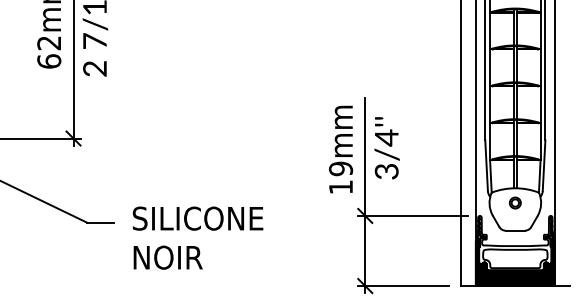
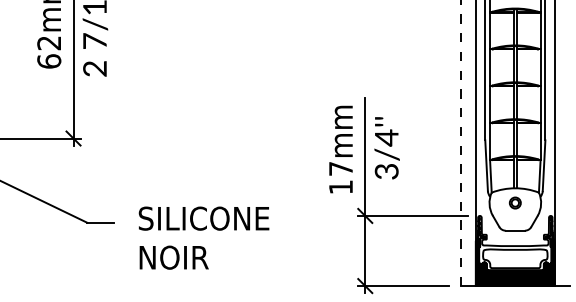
line at (461, 143): solid -> dashed
text at (341, 168): 19mm -> 17mm
text at (197, 237) position: (197, 237) -> (203, 237)
